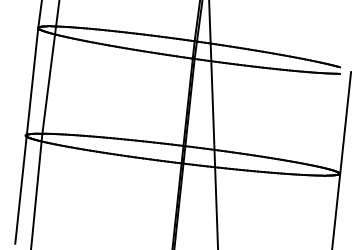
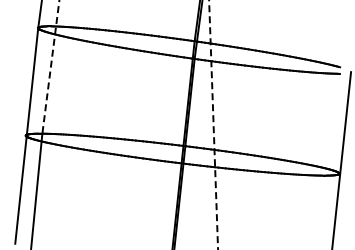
line at (50, 68): solid -> dashed
line at (213, 124): solid -> dashed
